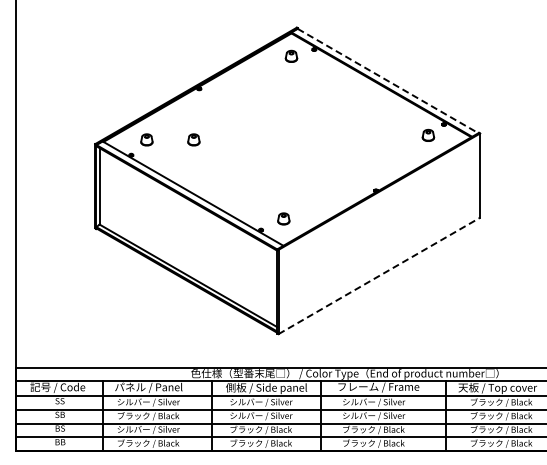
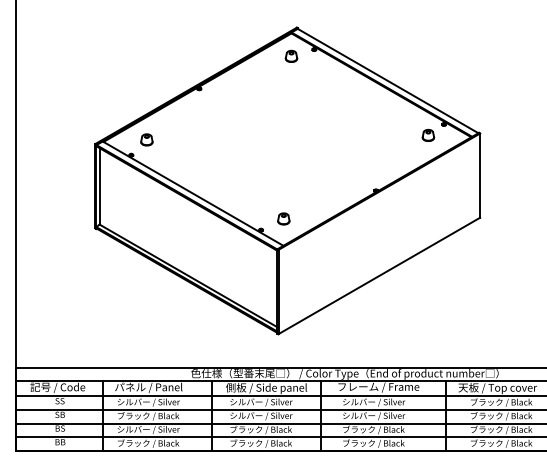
line at (388, 81): dashed -> solid
part at (193, 139): present -> none
line at (379, 275): dashed -> solid
